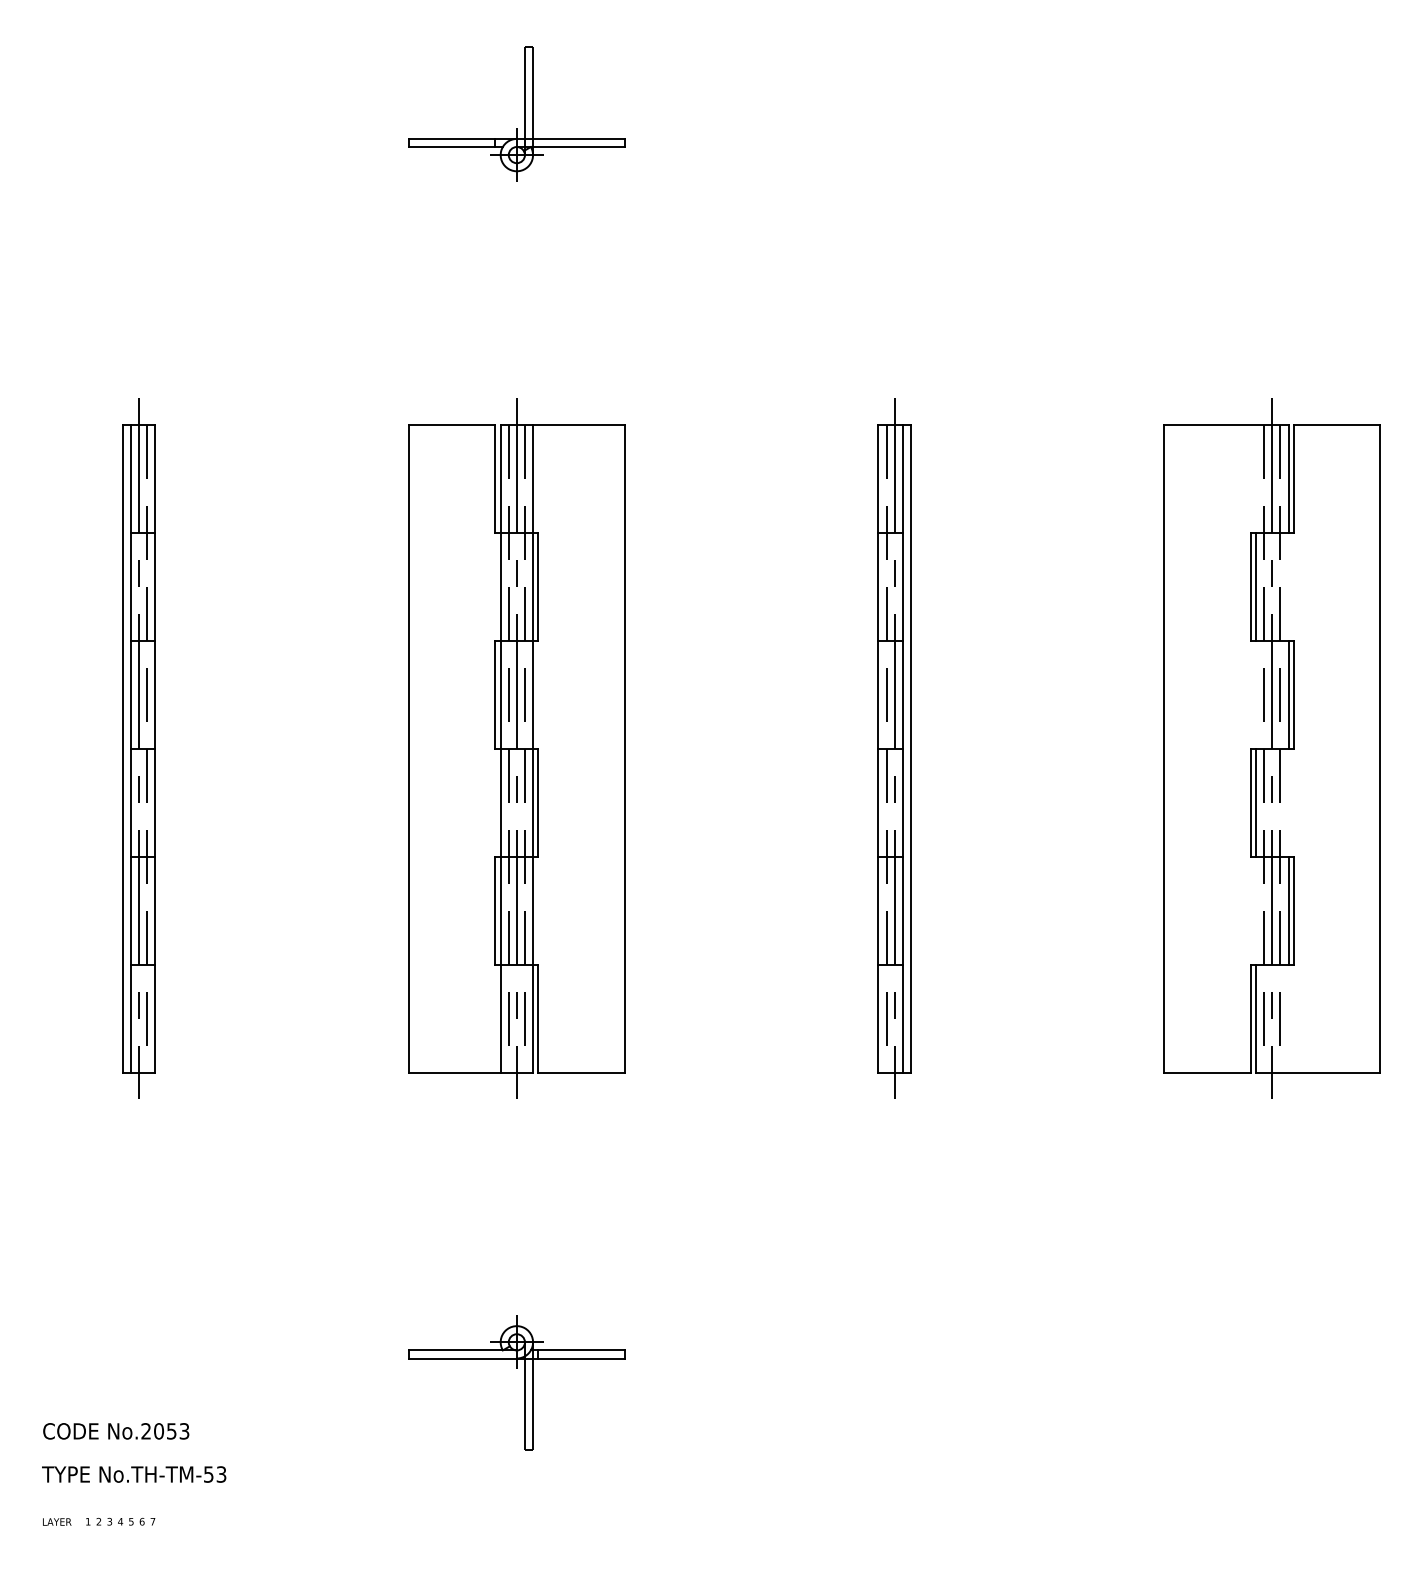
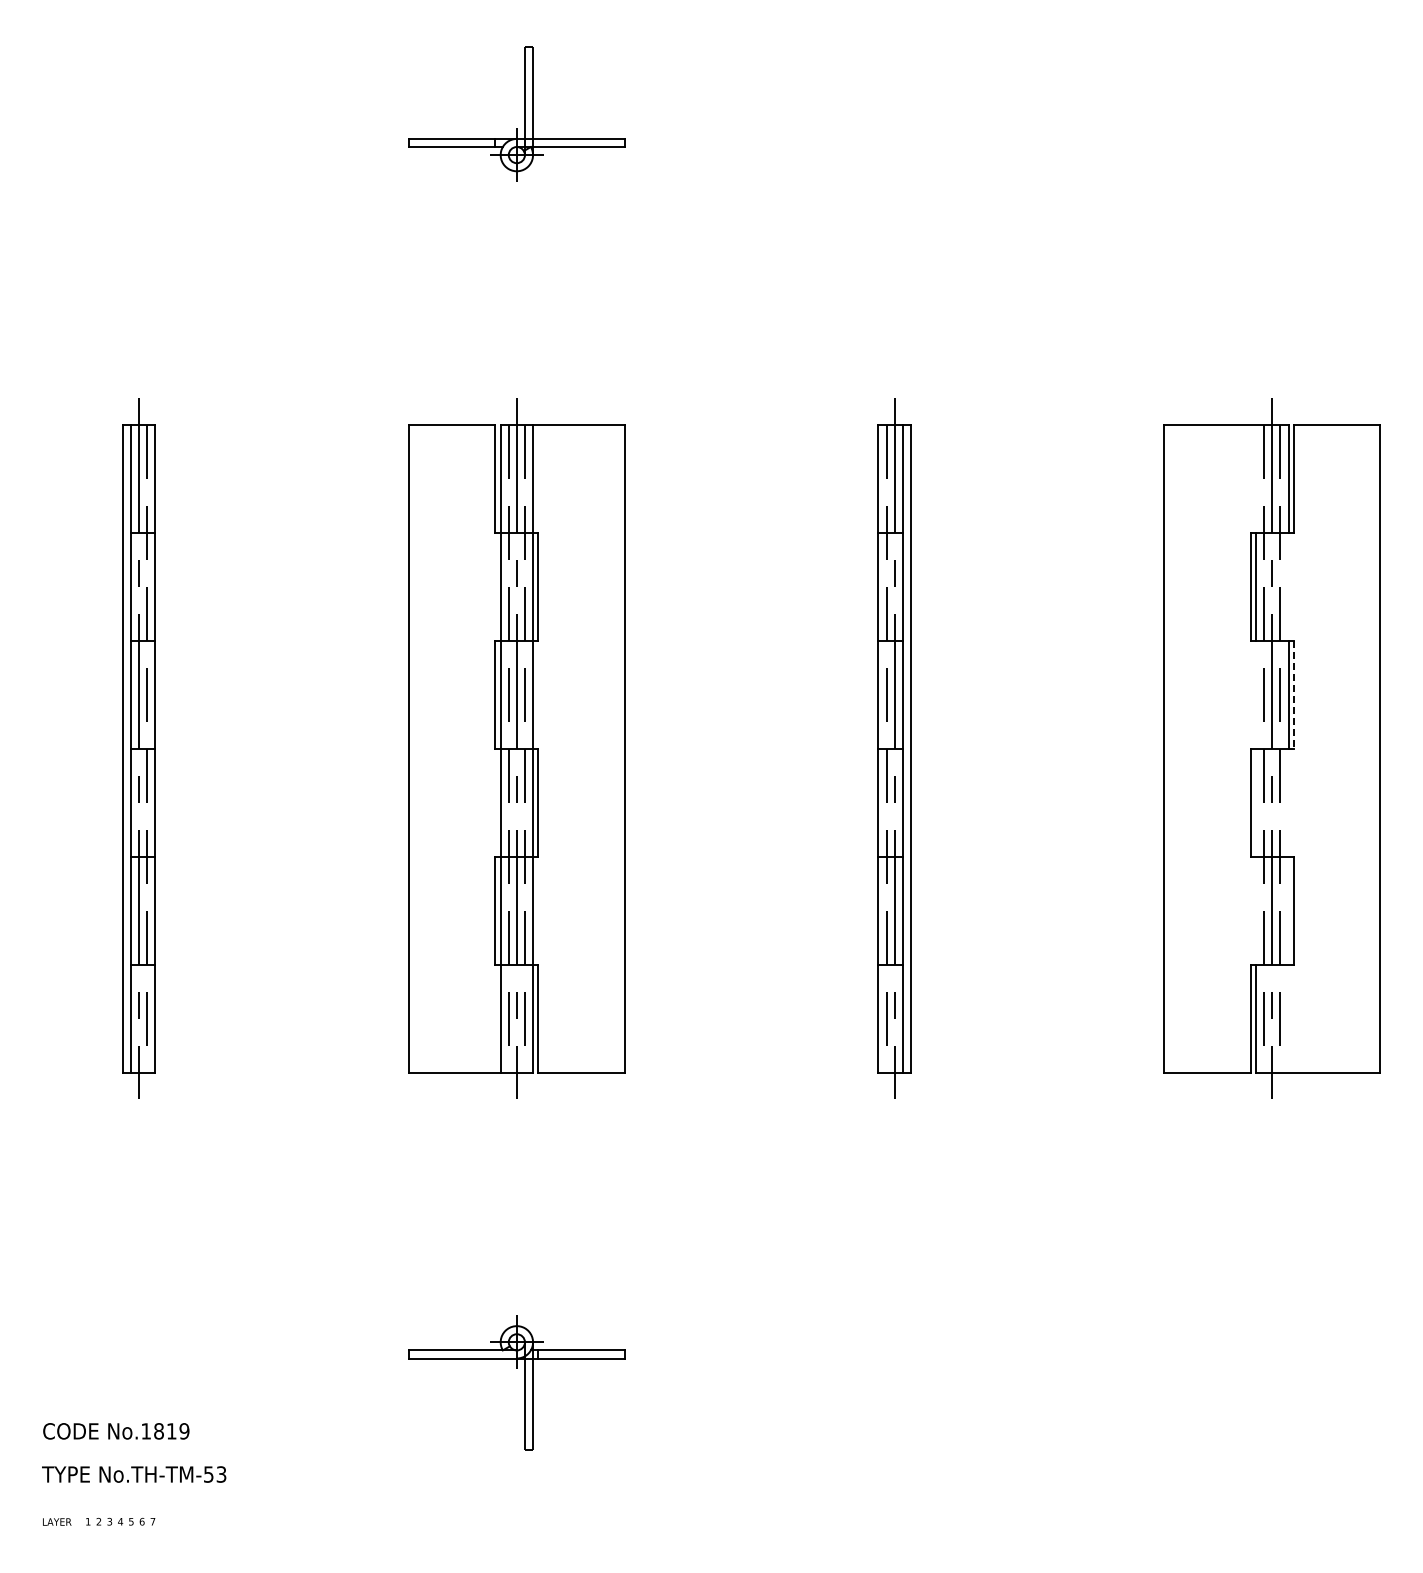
line at (1293, 694): solid -> dashed
line at (1256, 802): present -> none
line at (1288, 910): present -> none
text at (165, 1431): No.2053 -> No.1819
